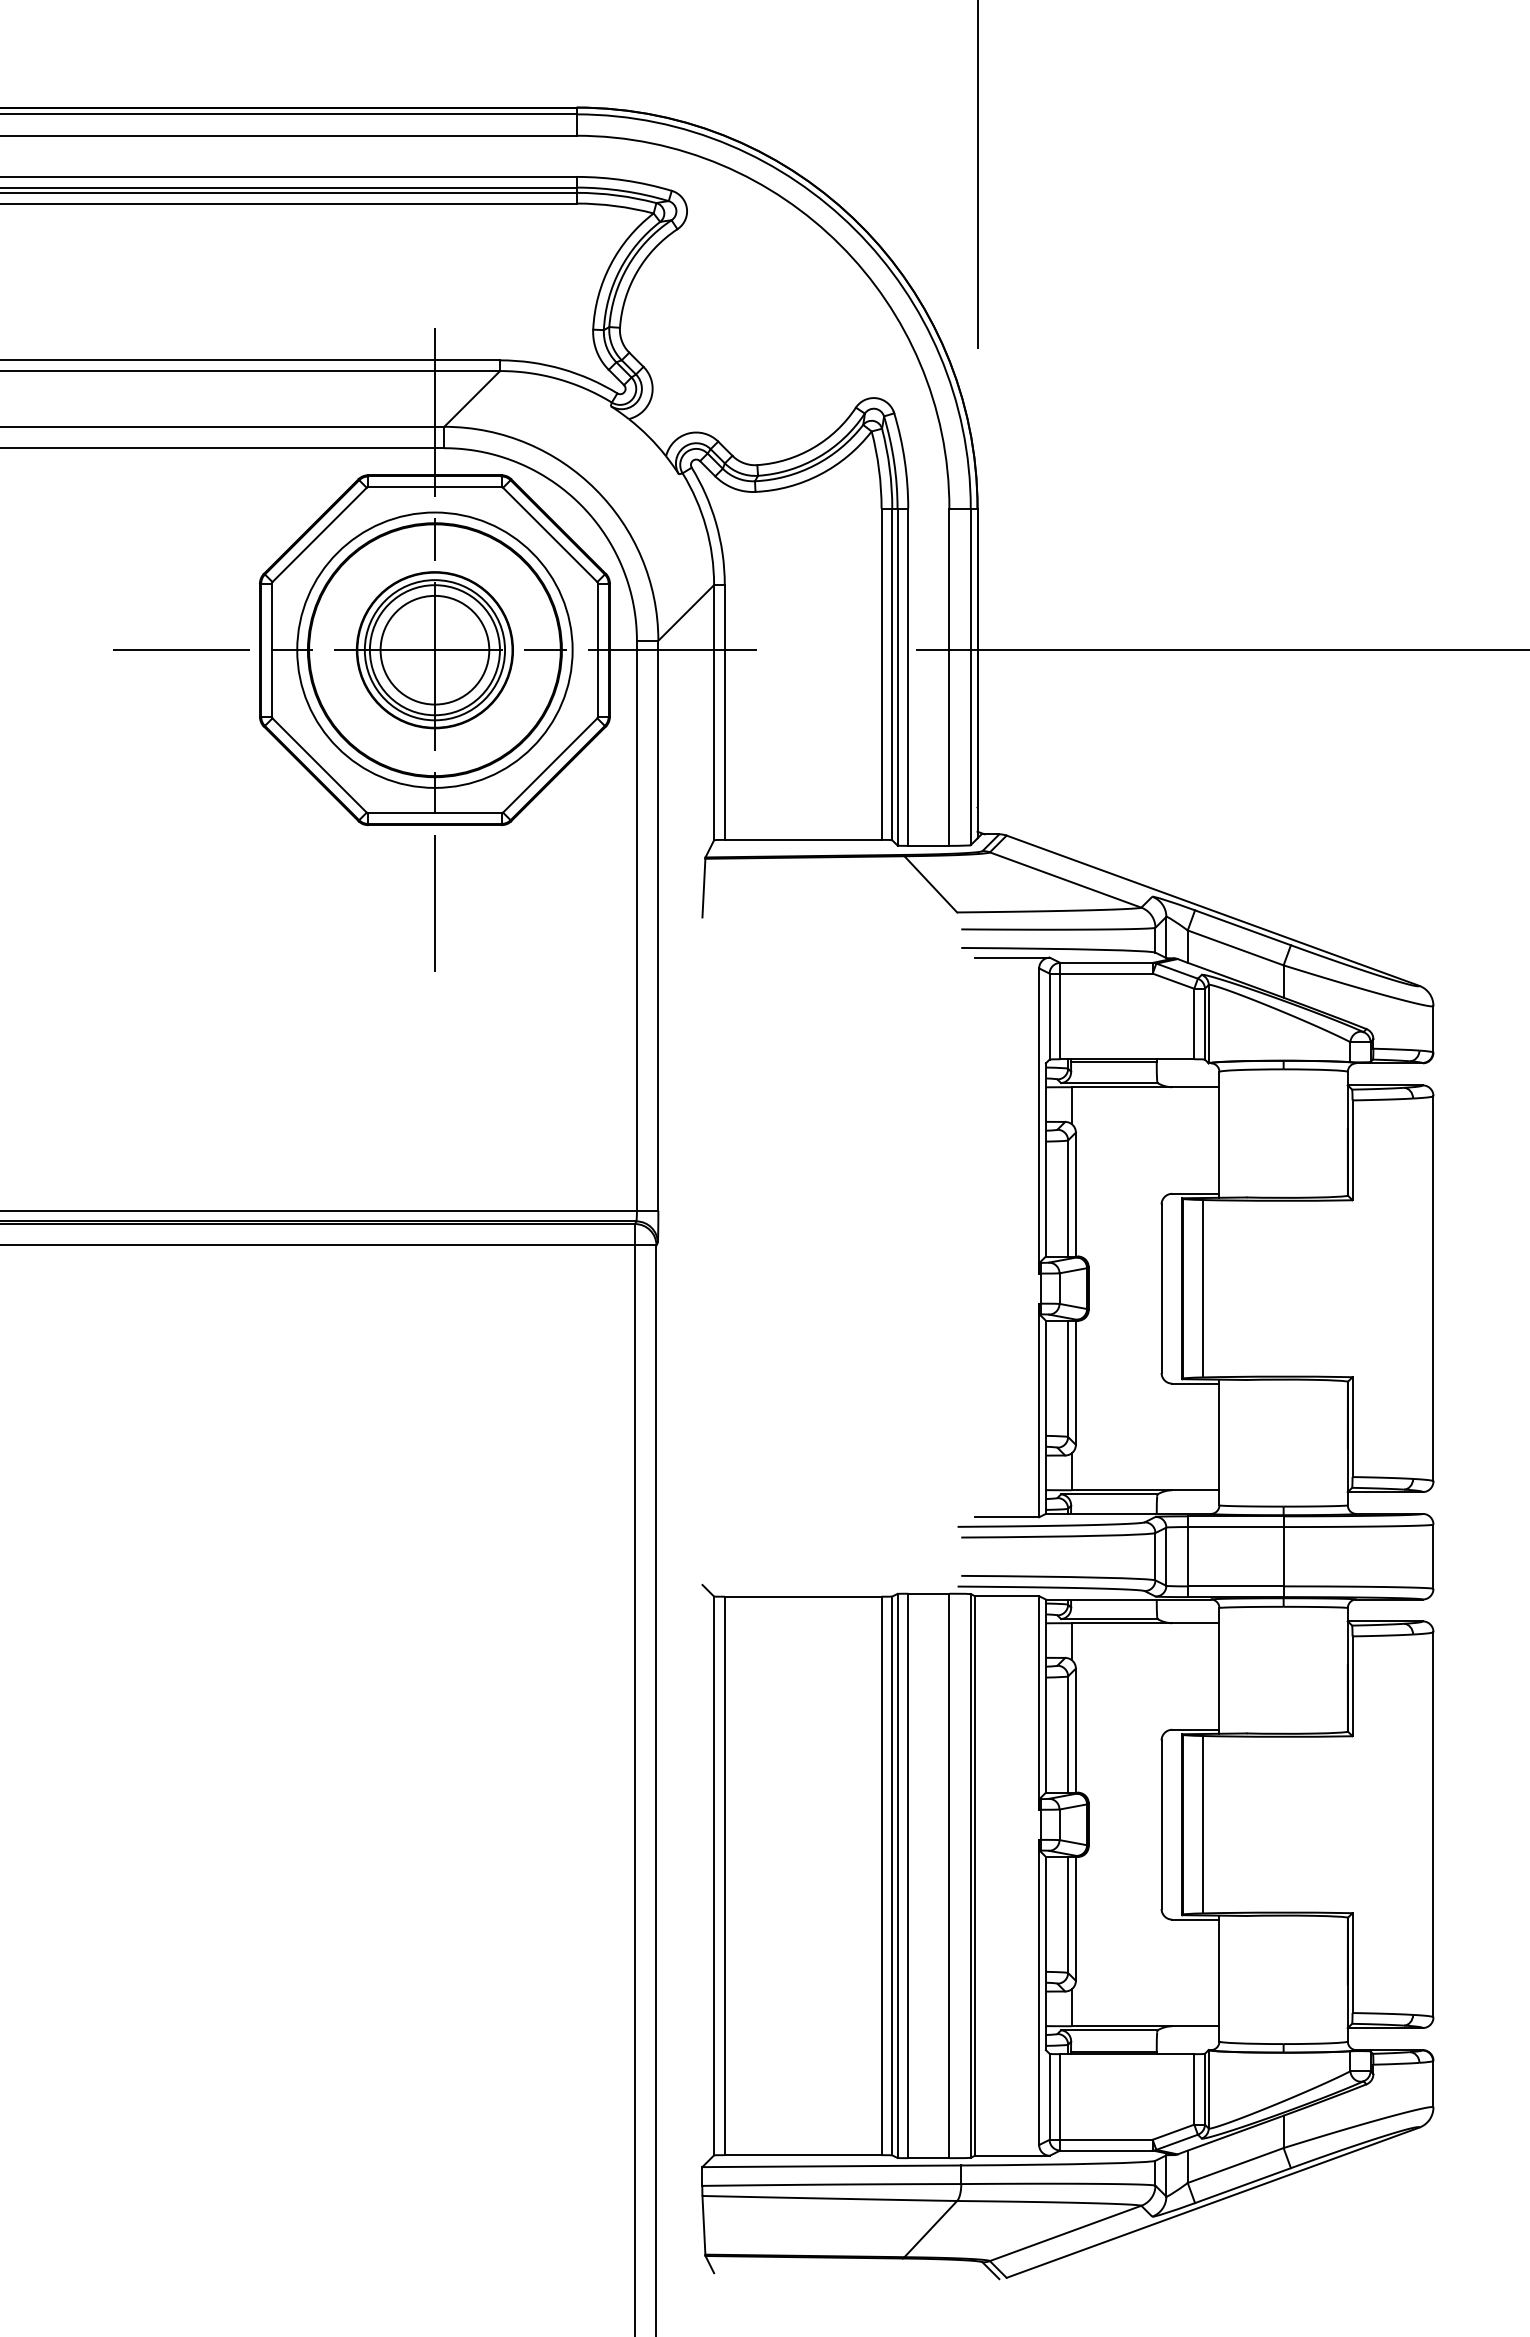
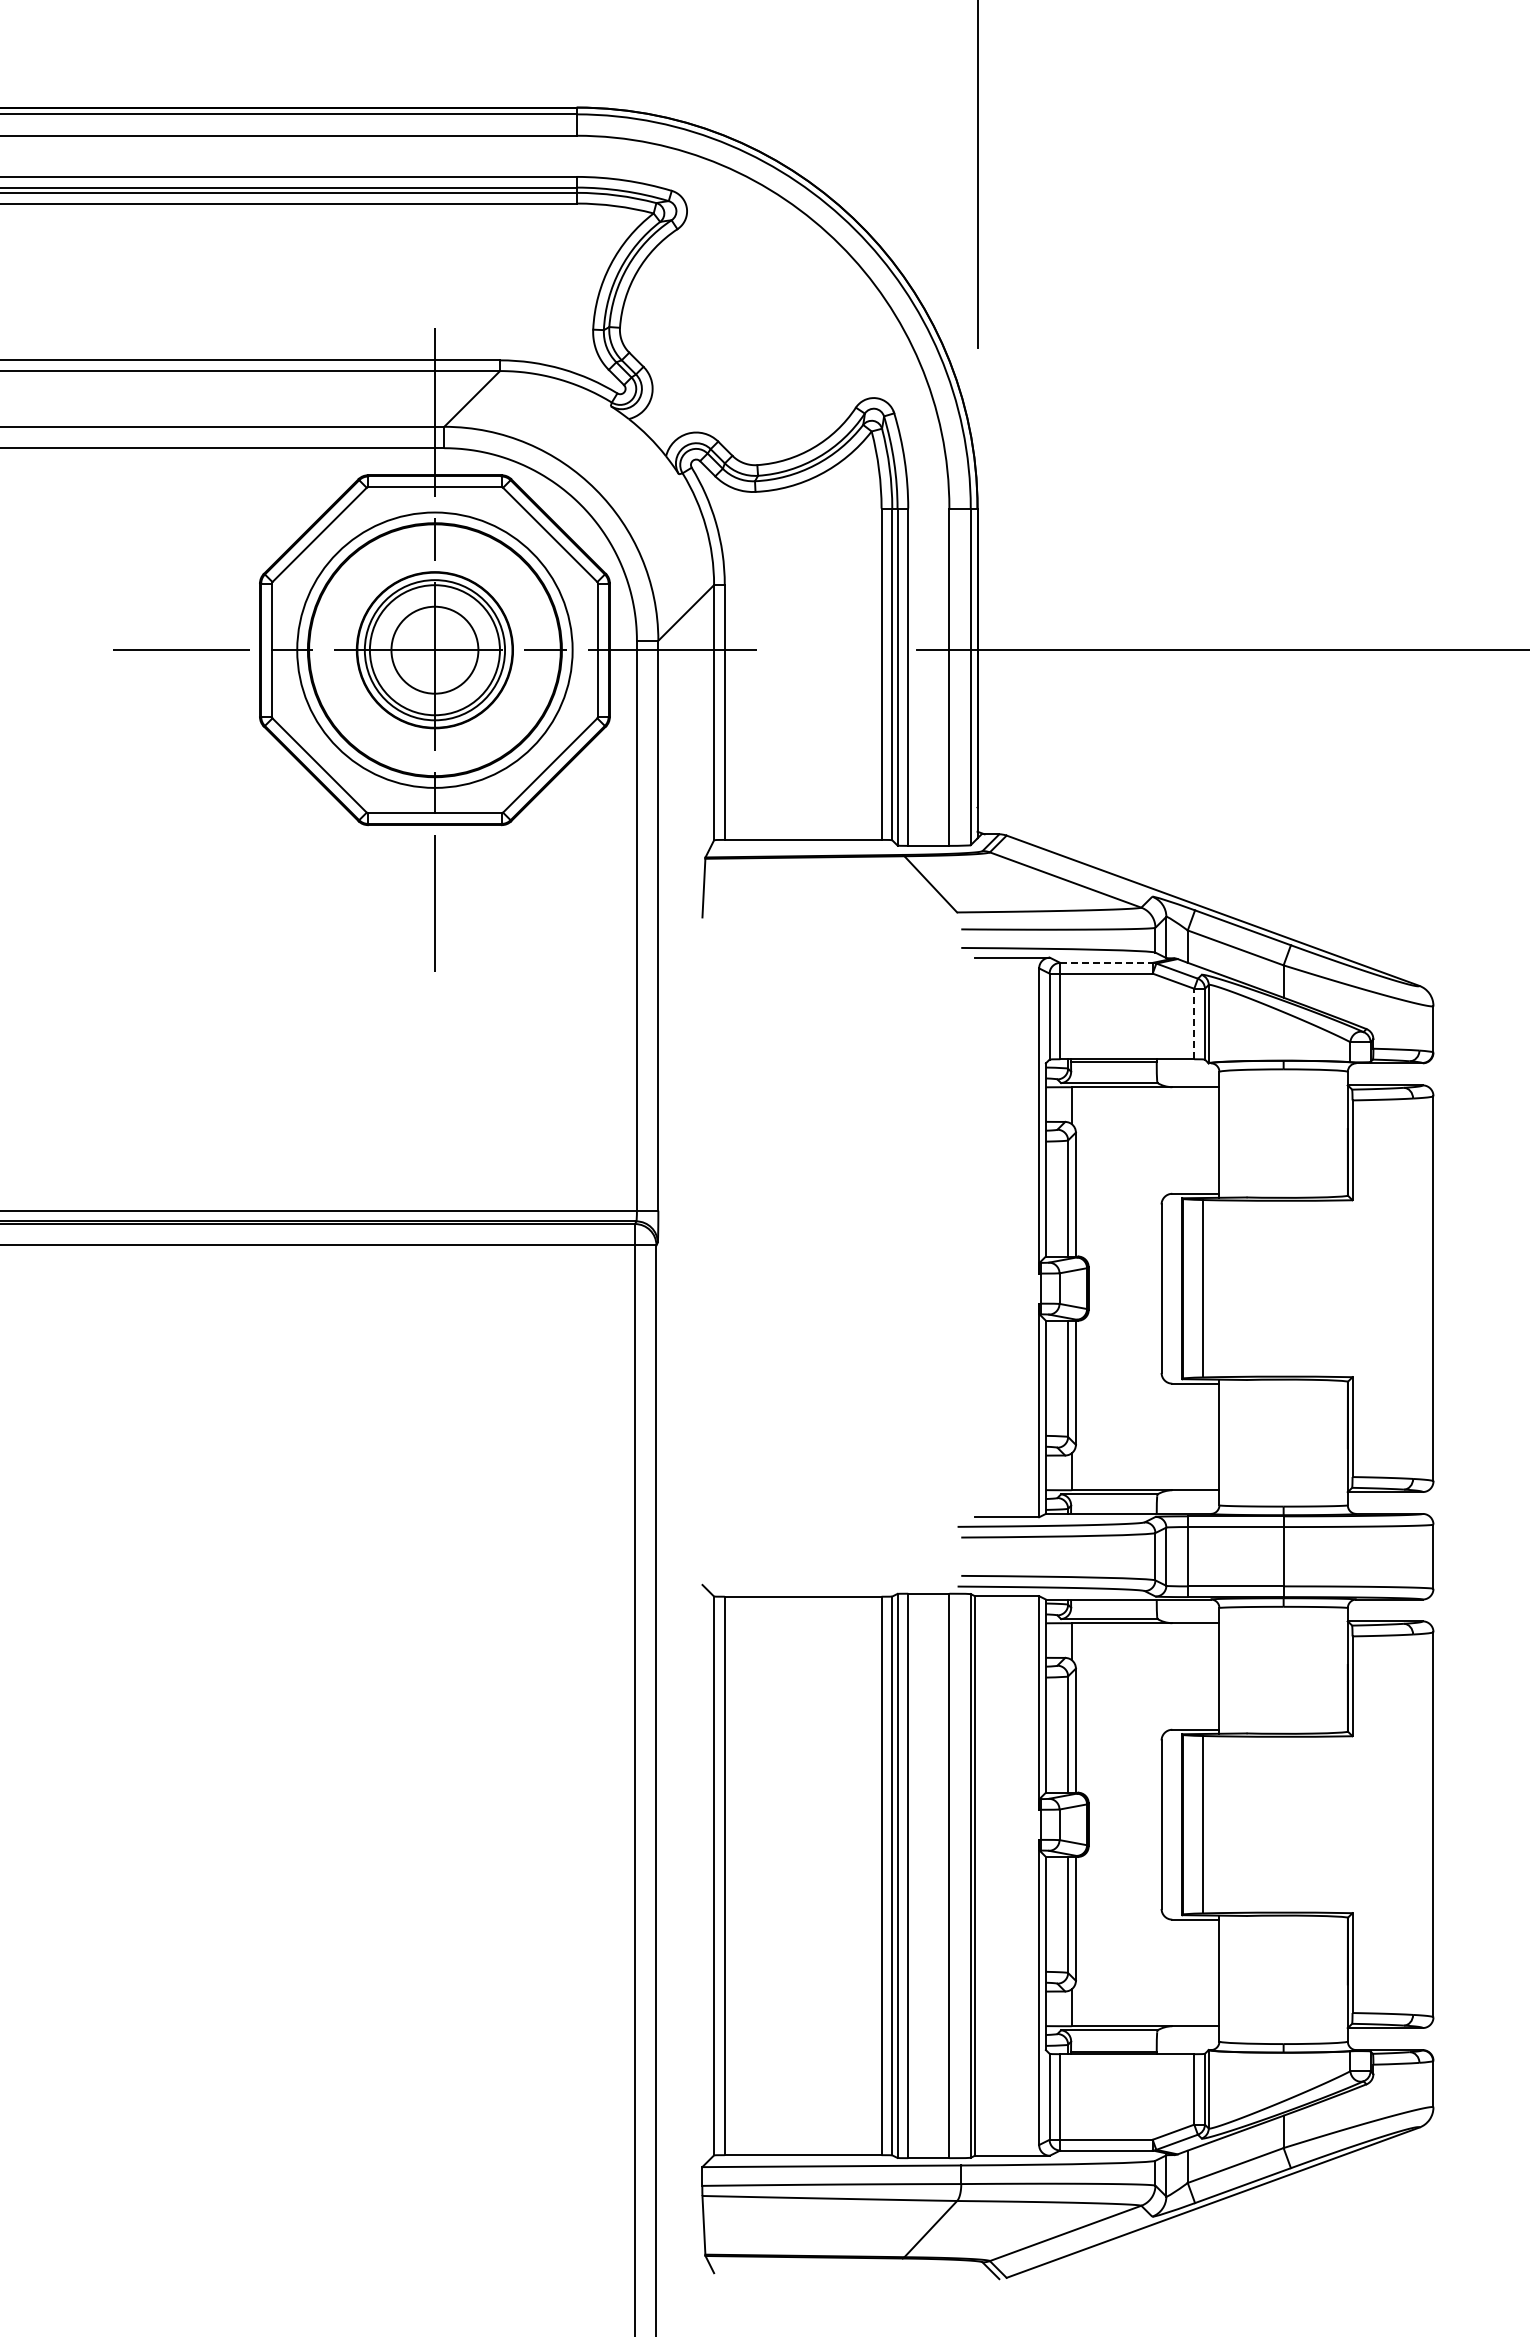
circle at (434, 649) diameter: 109 px -> 87 px
line at (1107, 962): solid -> dashed
line at (1194, 1023): solid -> dashed
